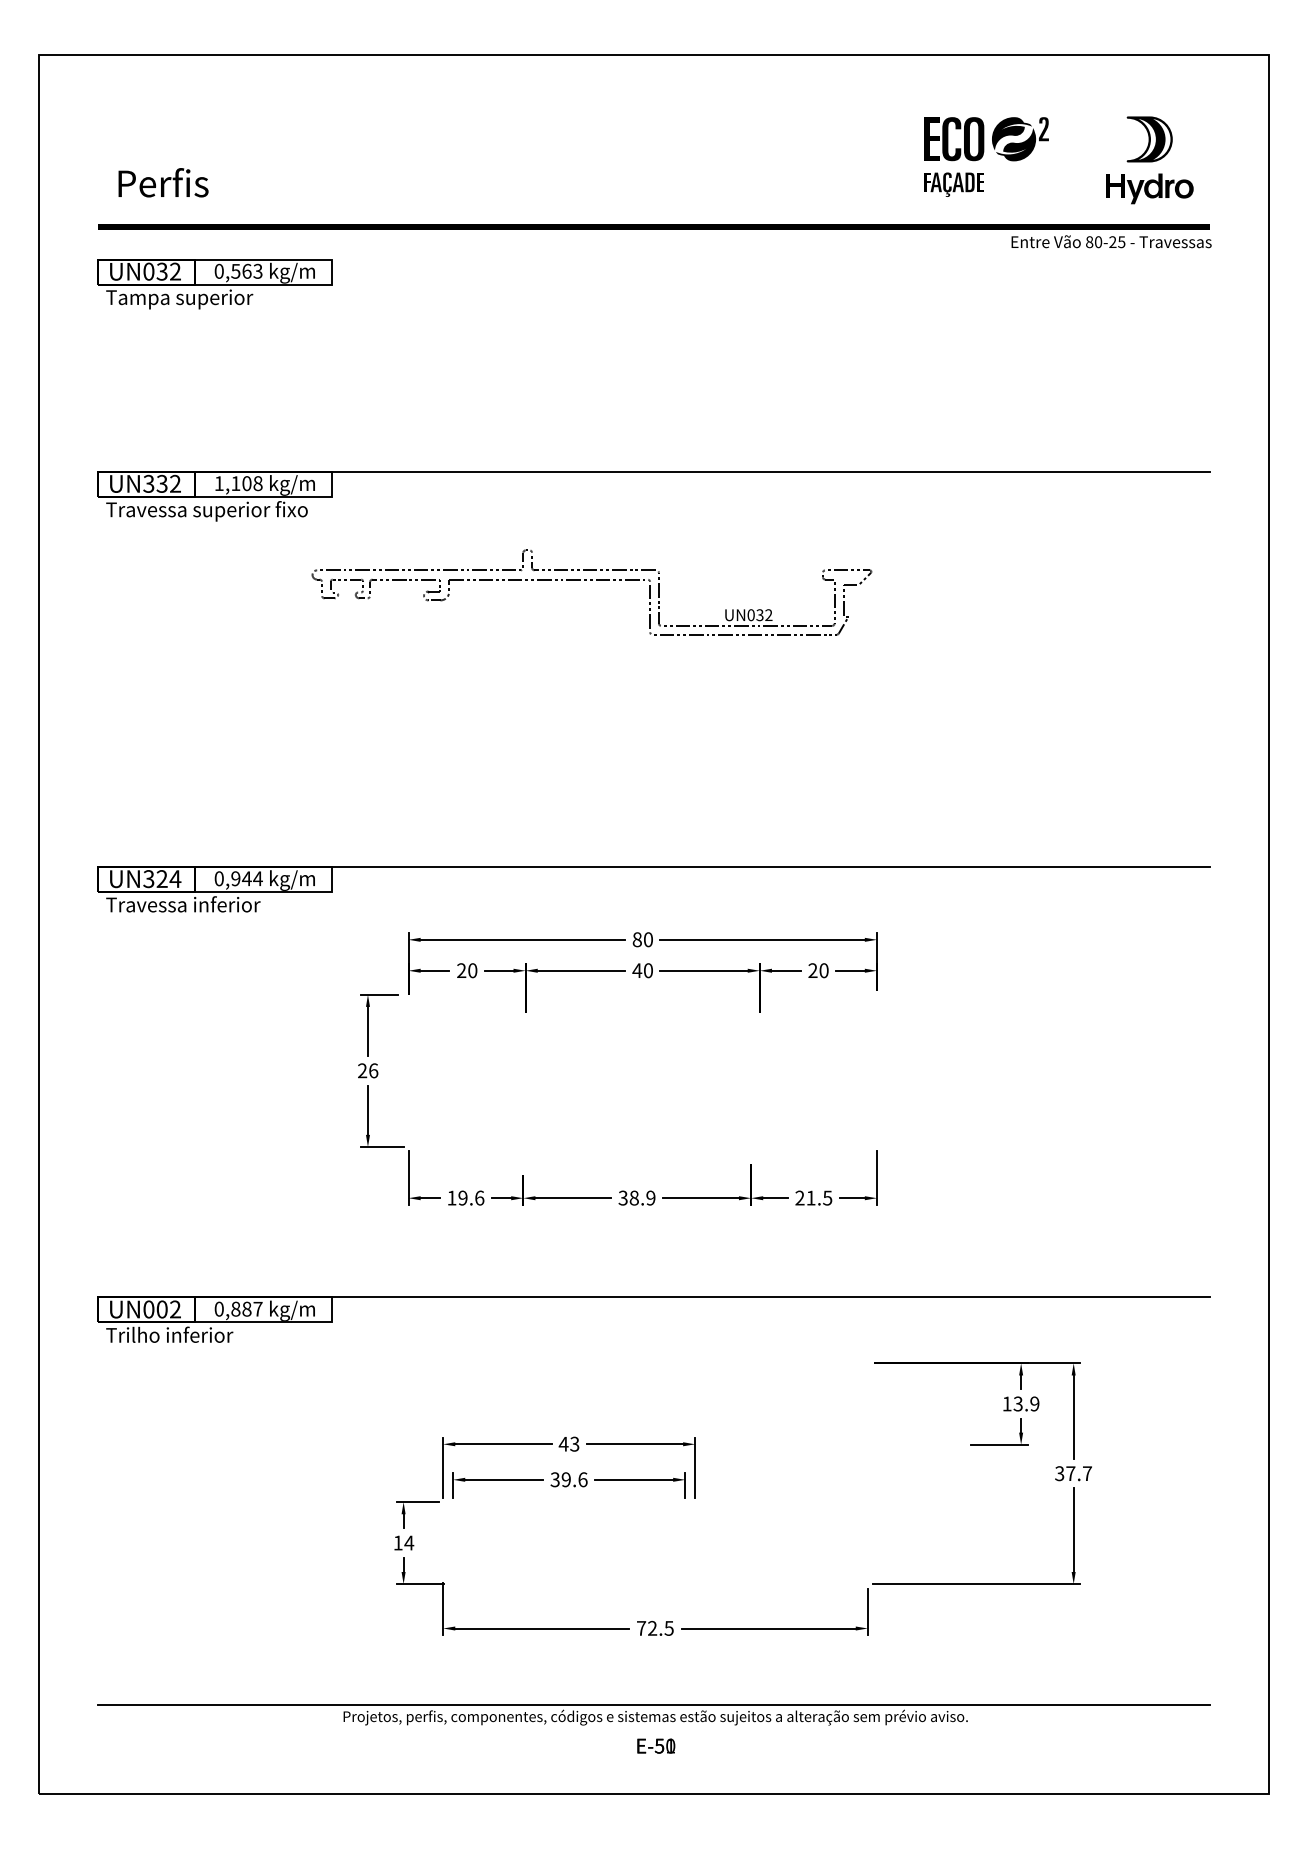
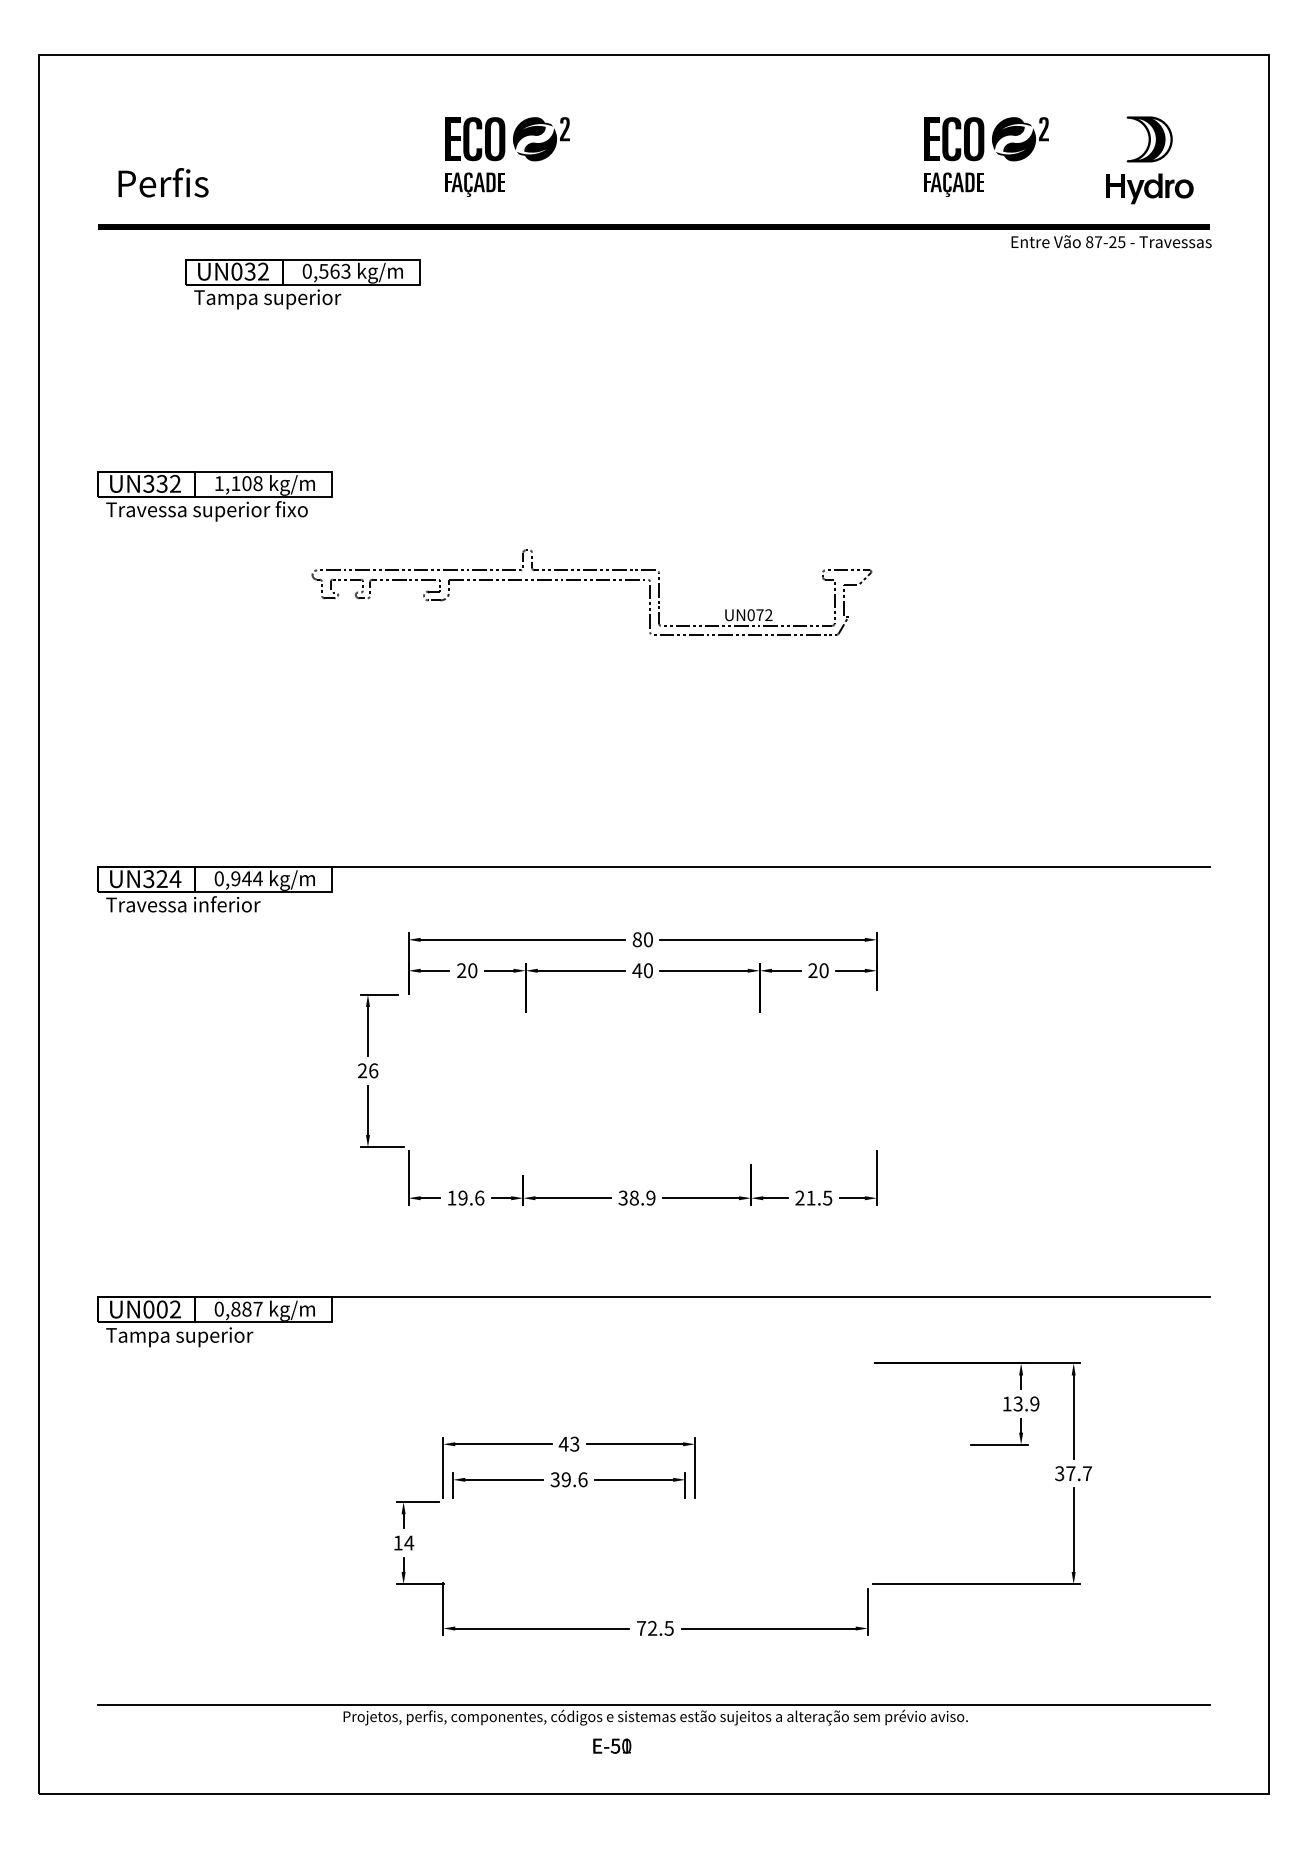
part at (507, 156): none -> present
text at (1098, 242): 80-25 -> 87-25
part at (214, 284) position: (214, 284) -> (302, 284)
line at (653, 471): present -> none
text at (759, 615): UN032 -> UN072
text at (185, 1336): Trilho inferior -> Tampa superior
text at (656, 1745) position: (656, 1745) -> (612, 1745)
